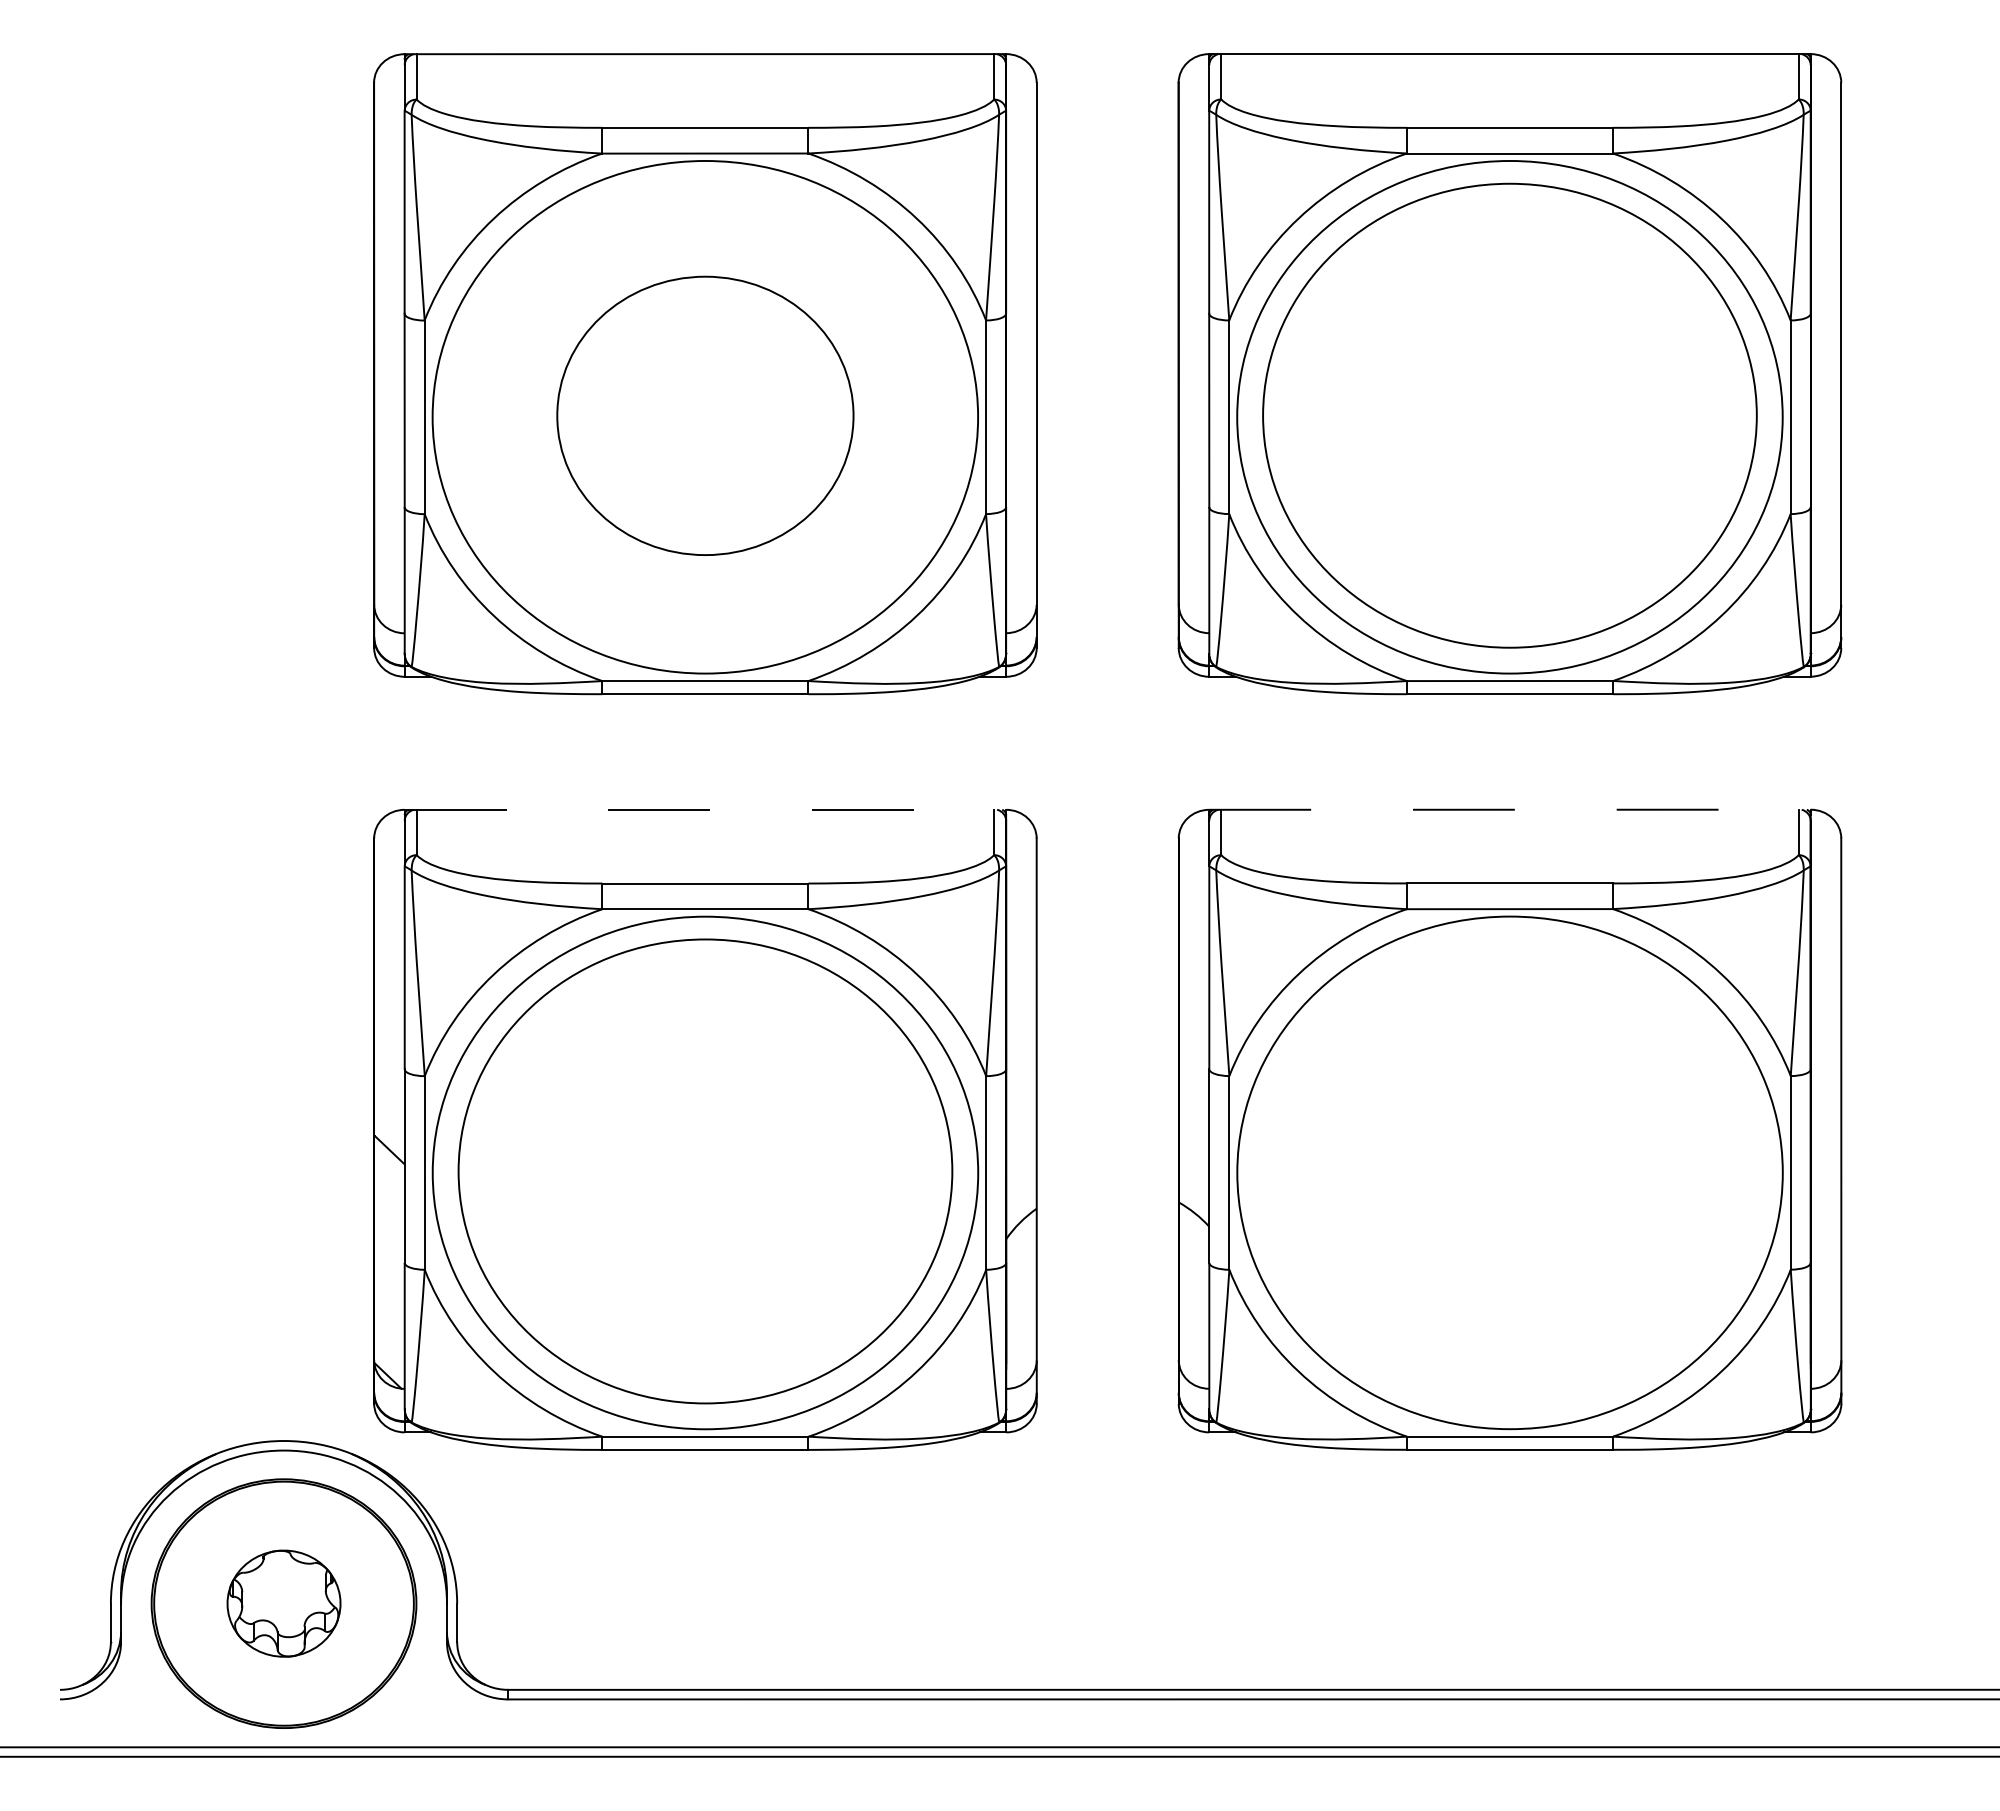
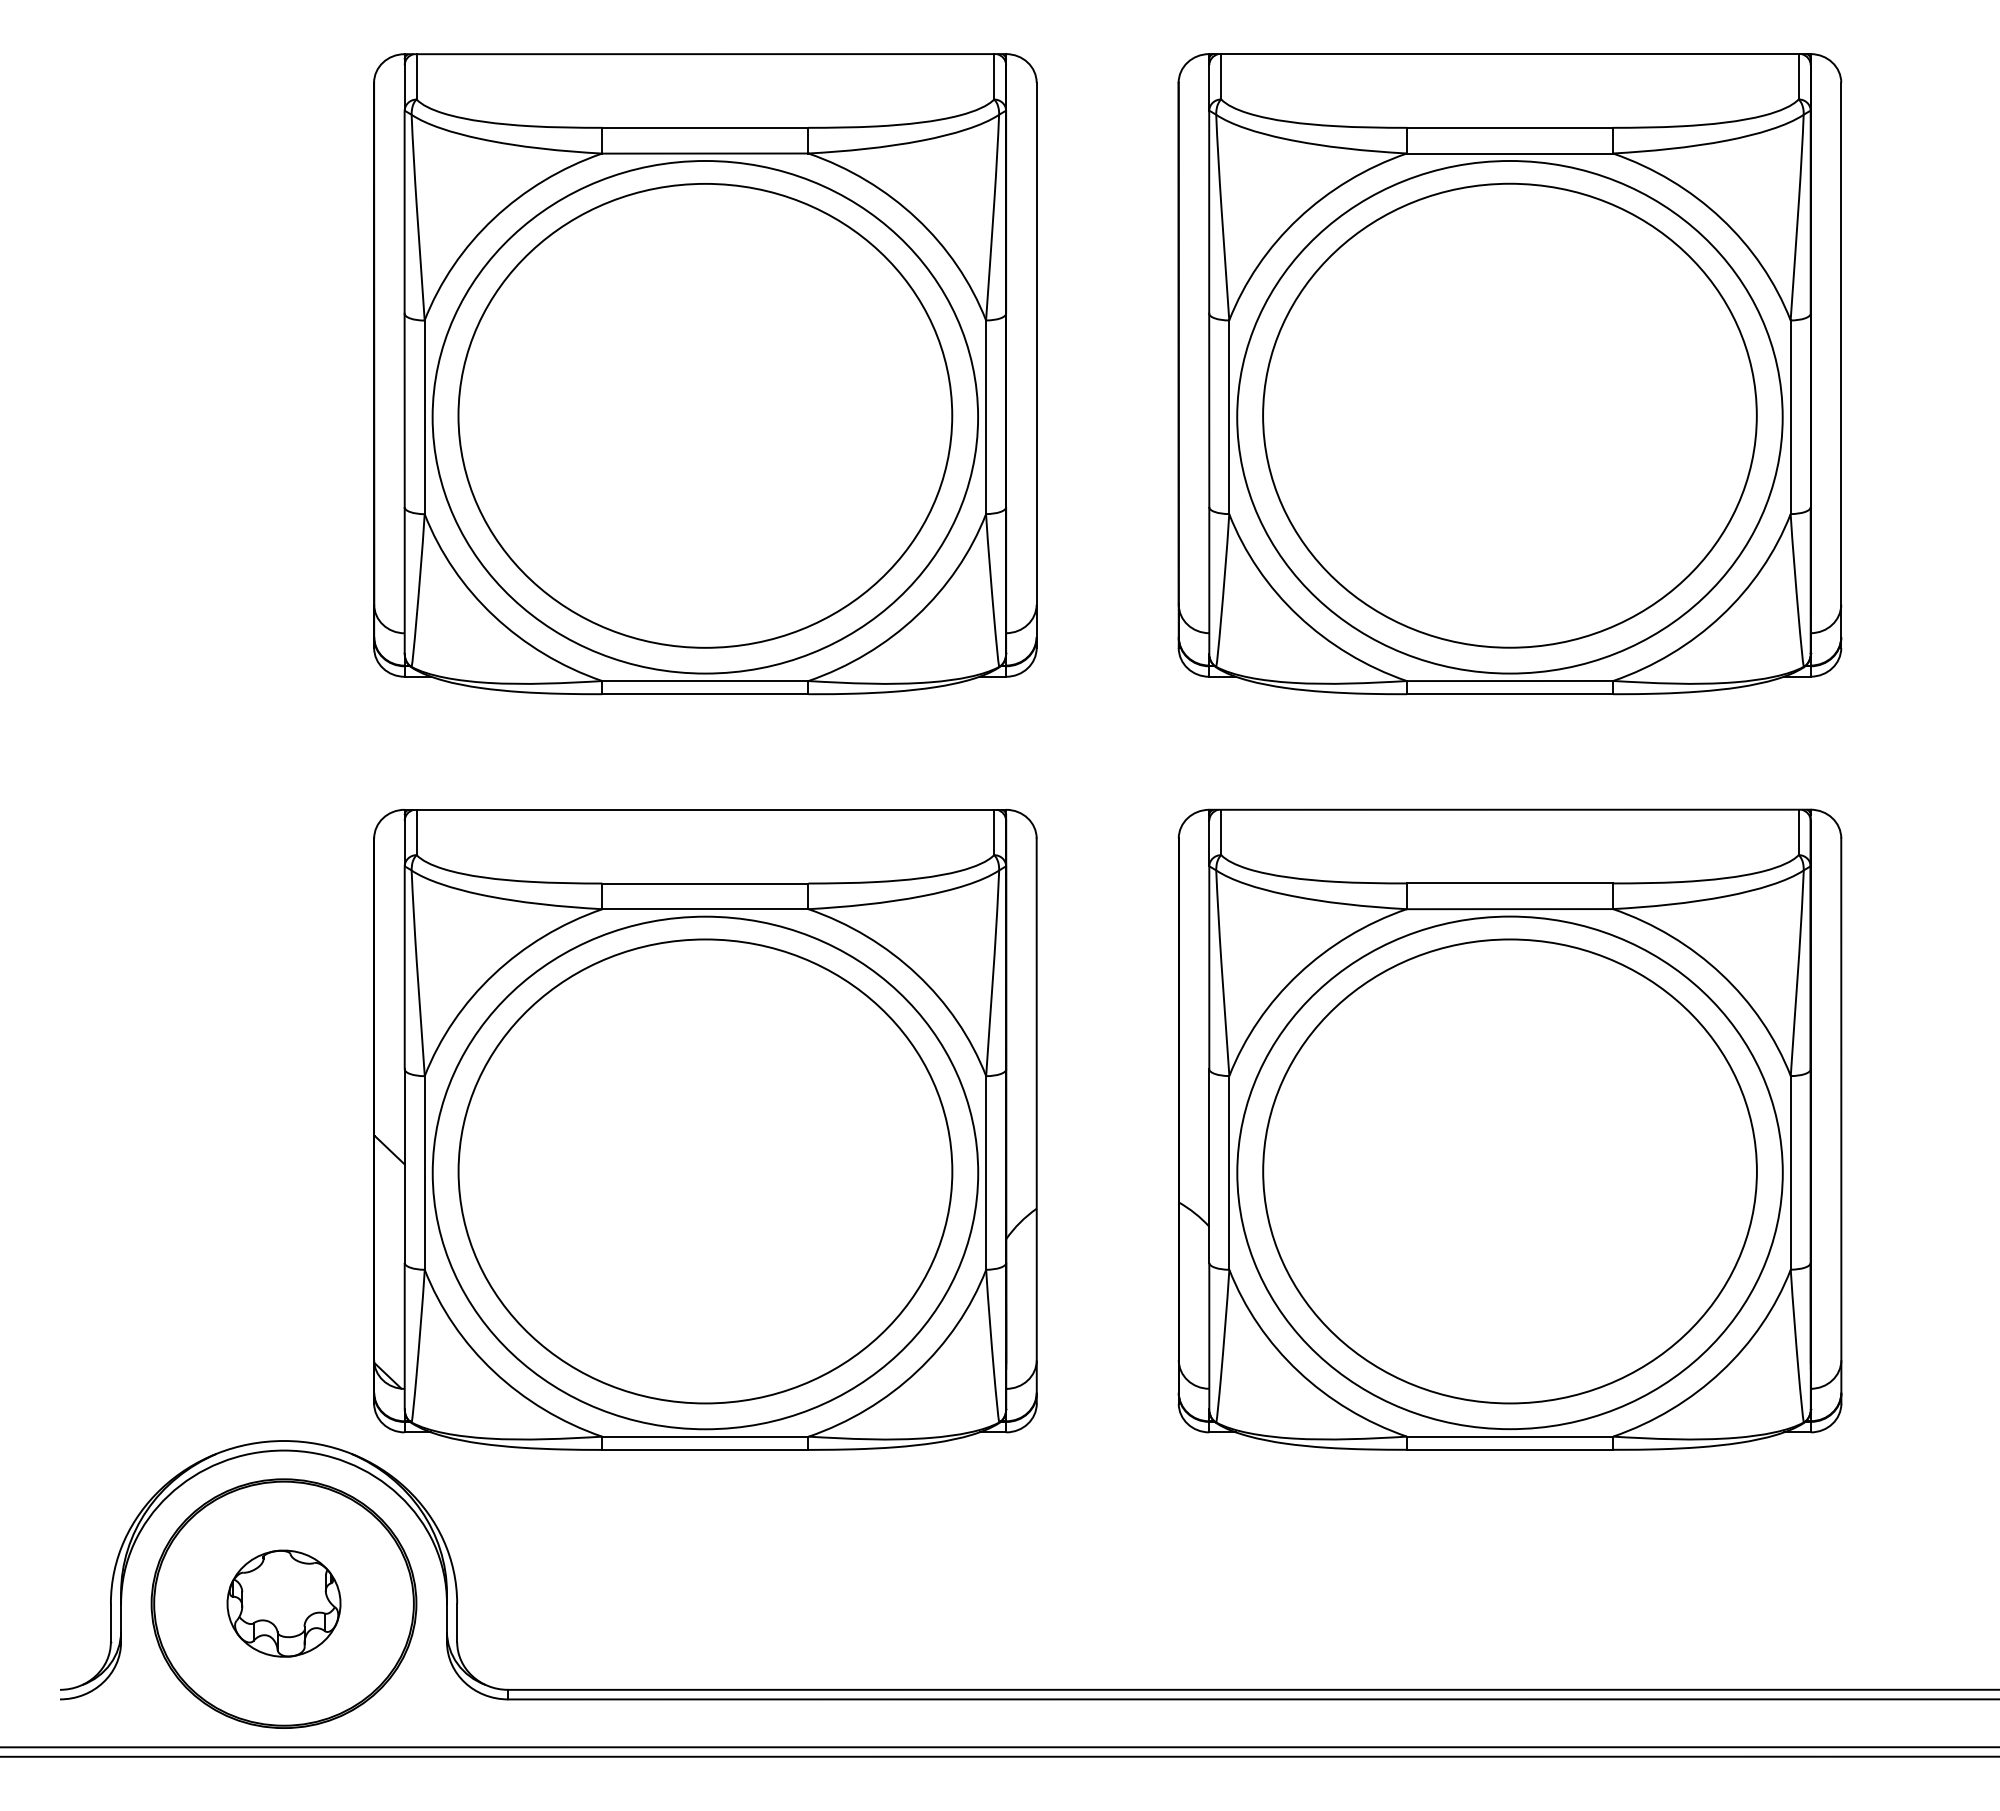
part at (705, 415) size: 299x281 px -> 497x466 px
line at (705, 809): dashed -> solid
line at (1510, 809): dashed -> solid
part at (1509, 1171): none -> present
